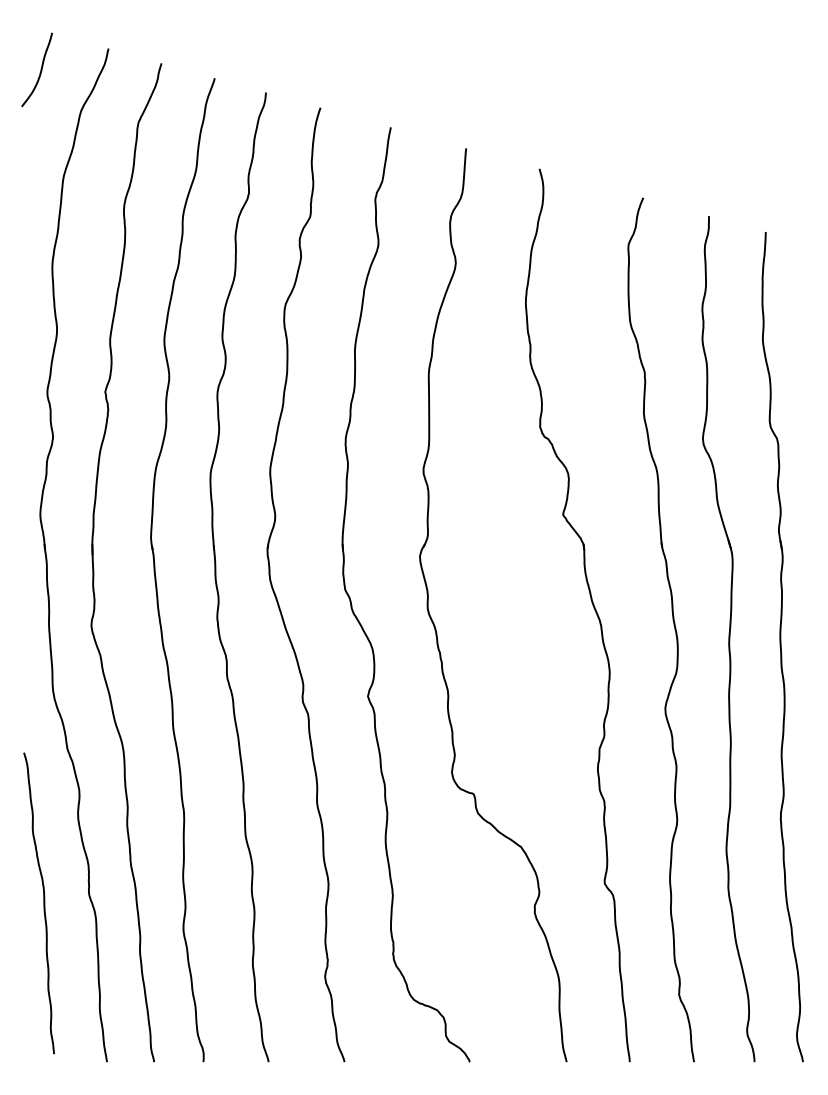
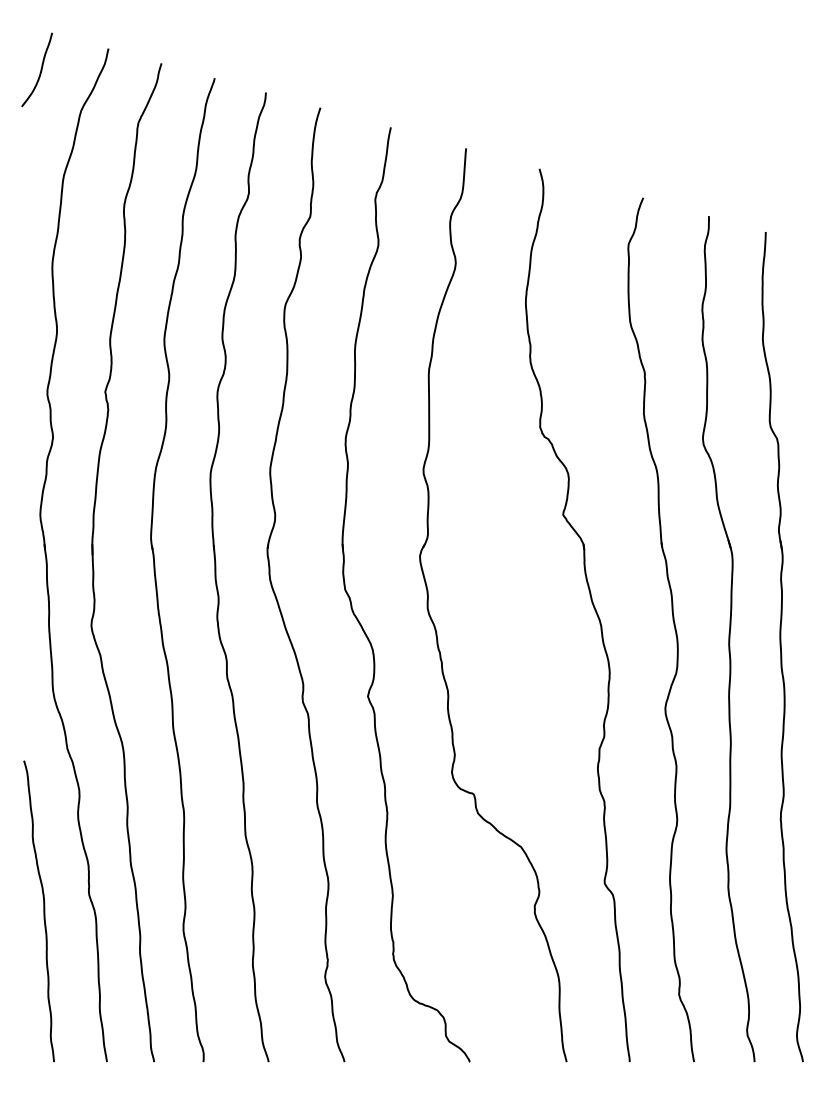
curve at (43, 903) position: (43, 903) -> (43, 911)
